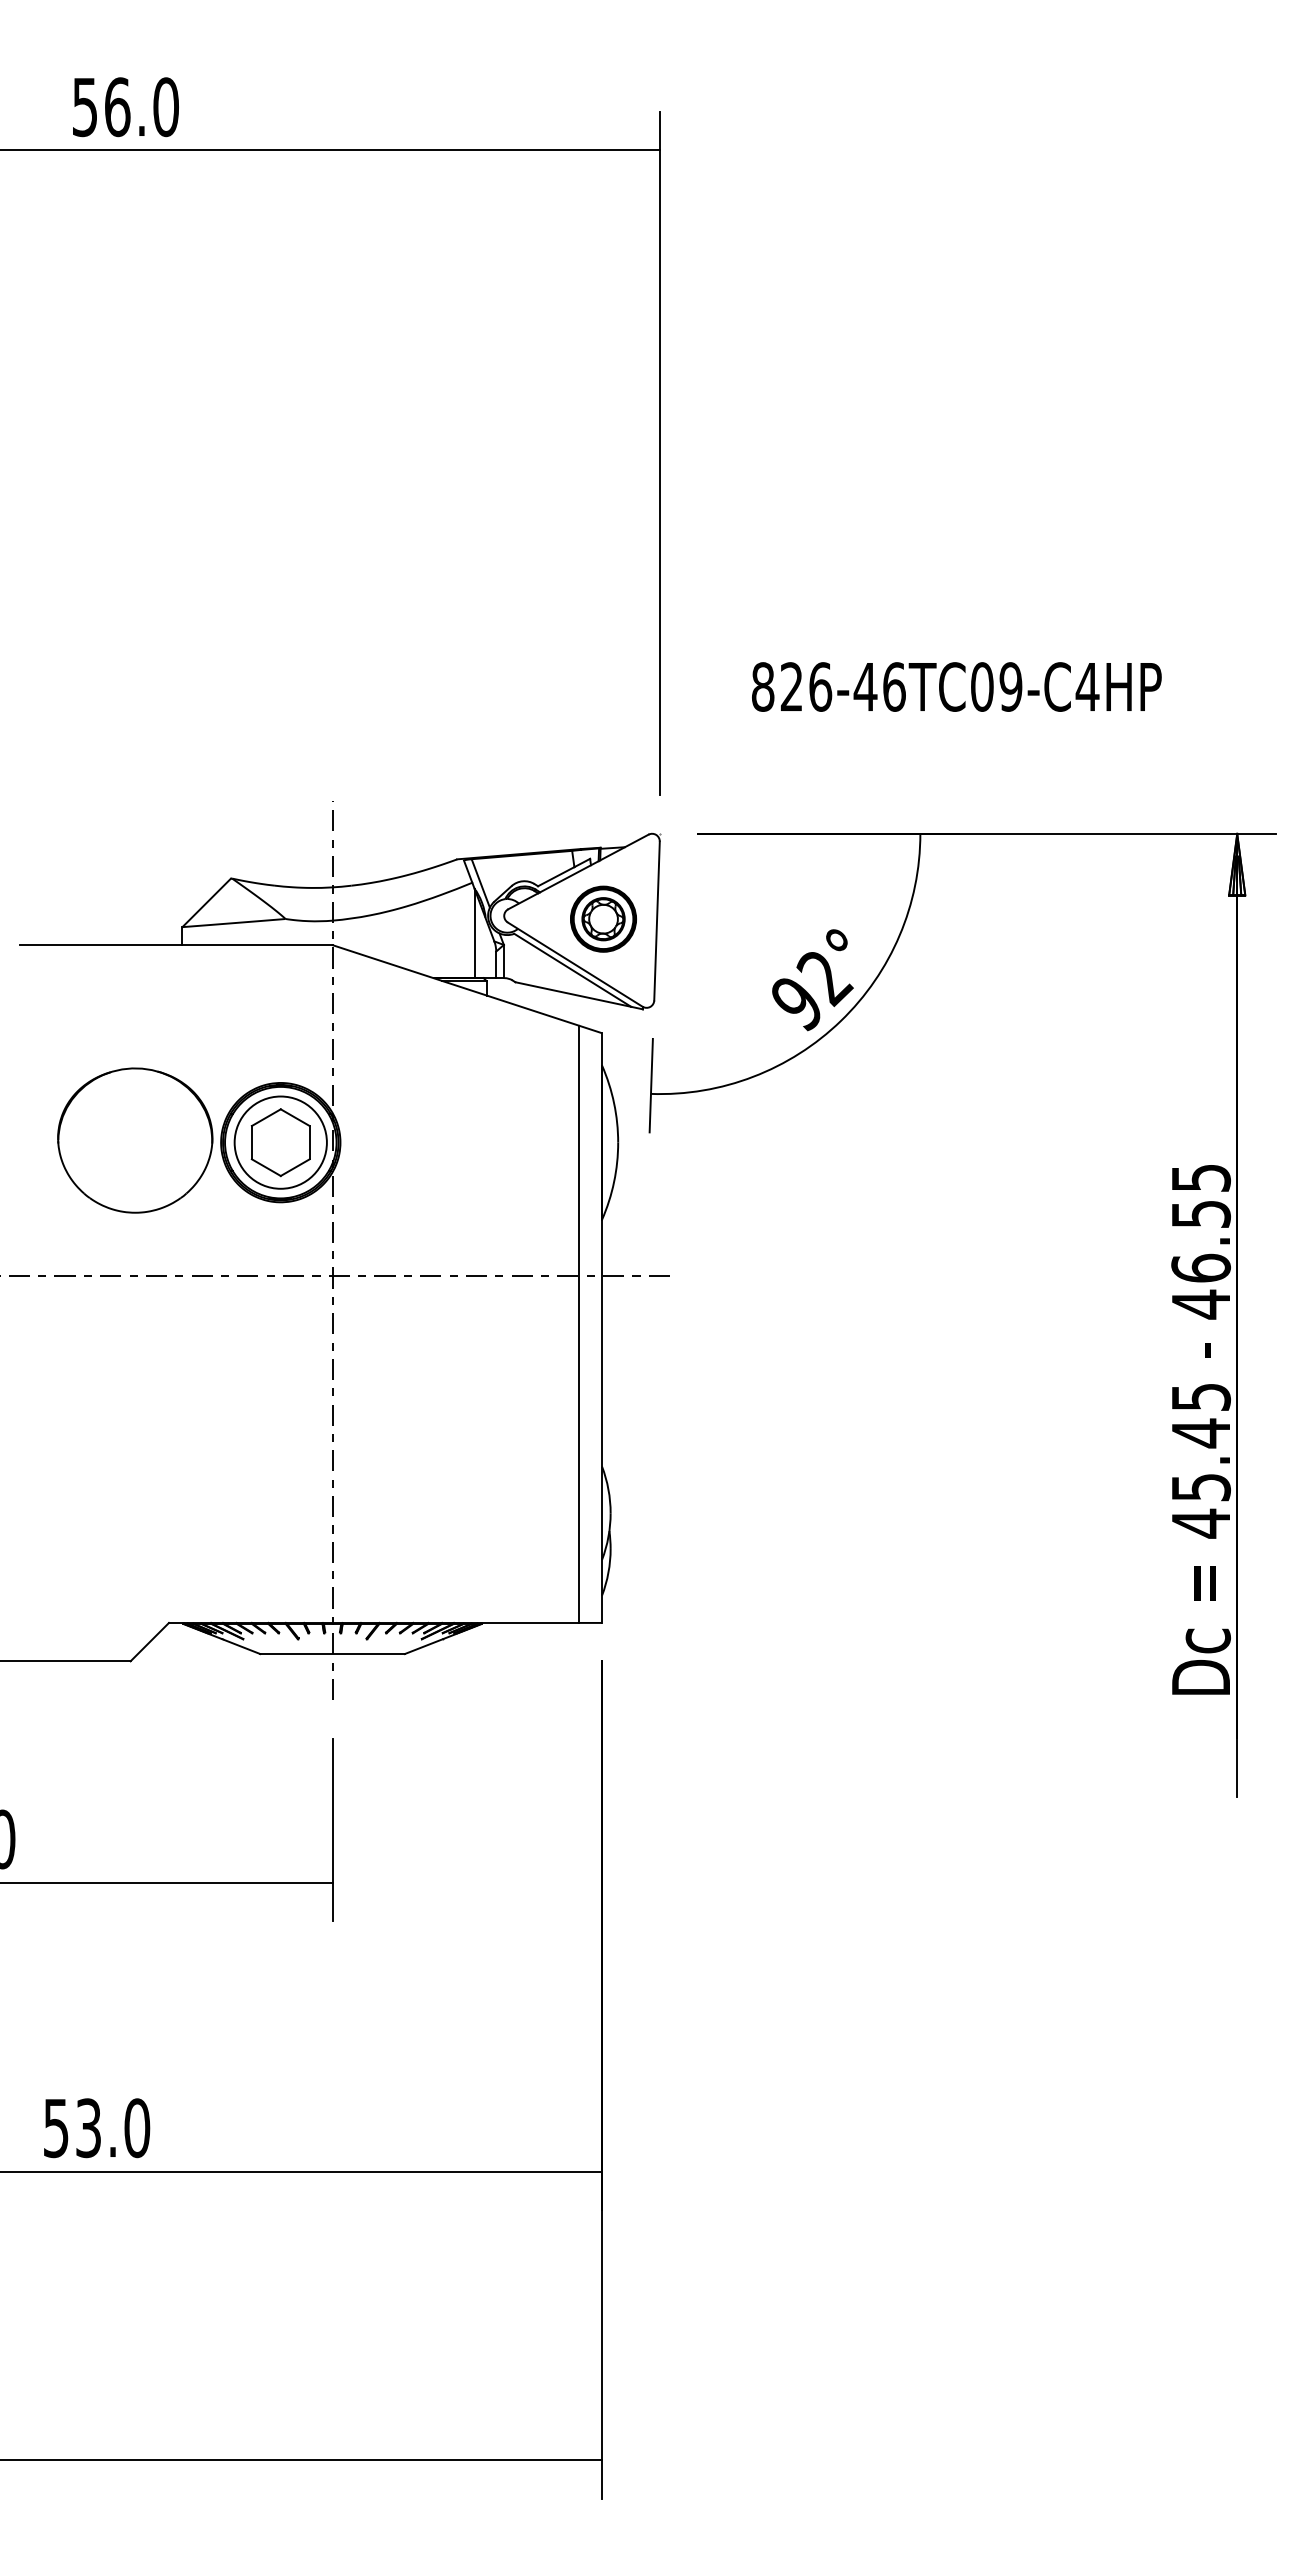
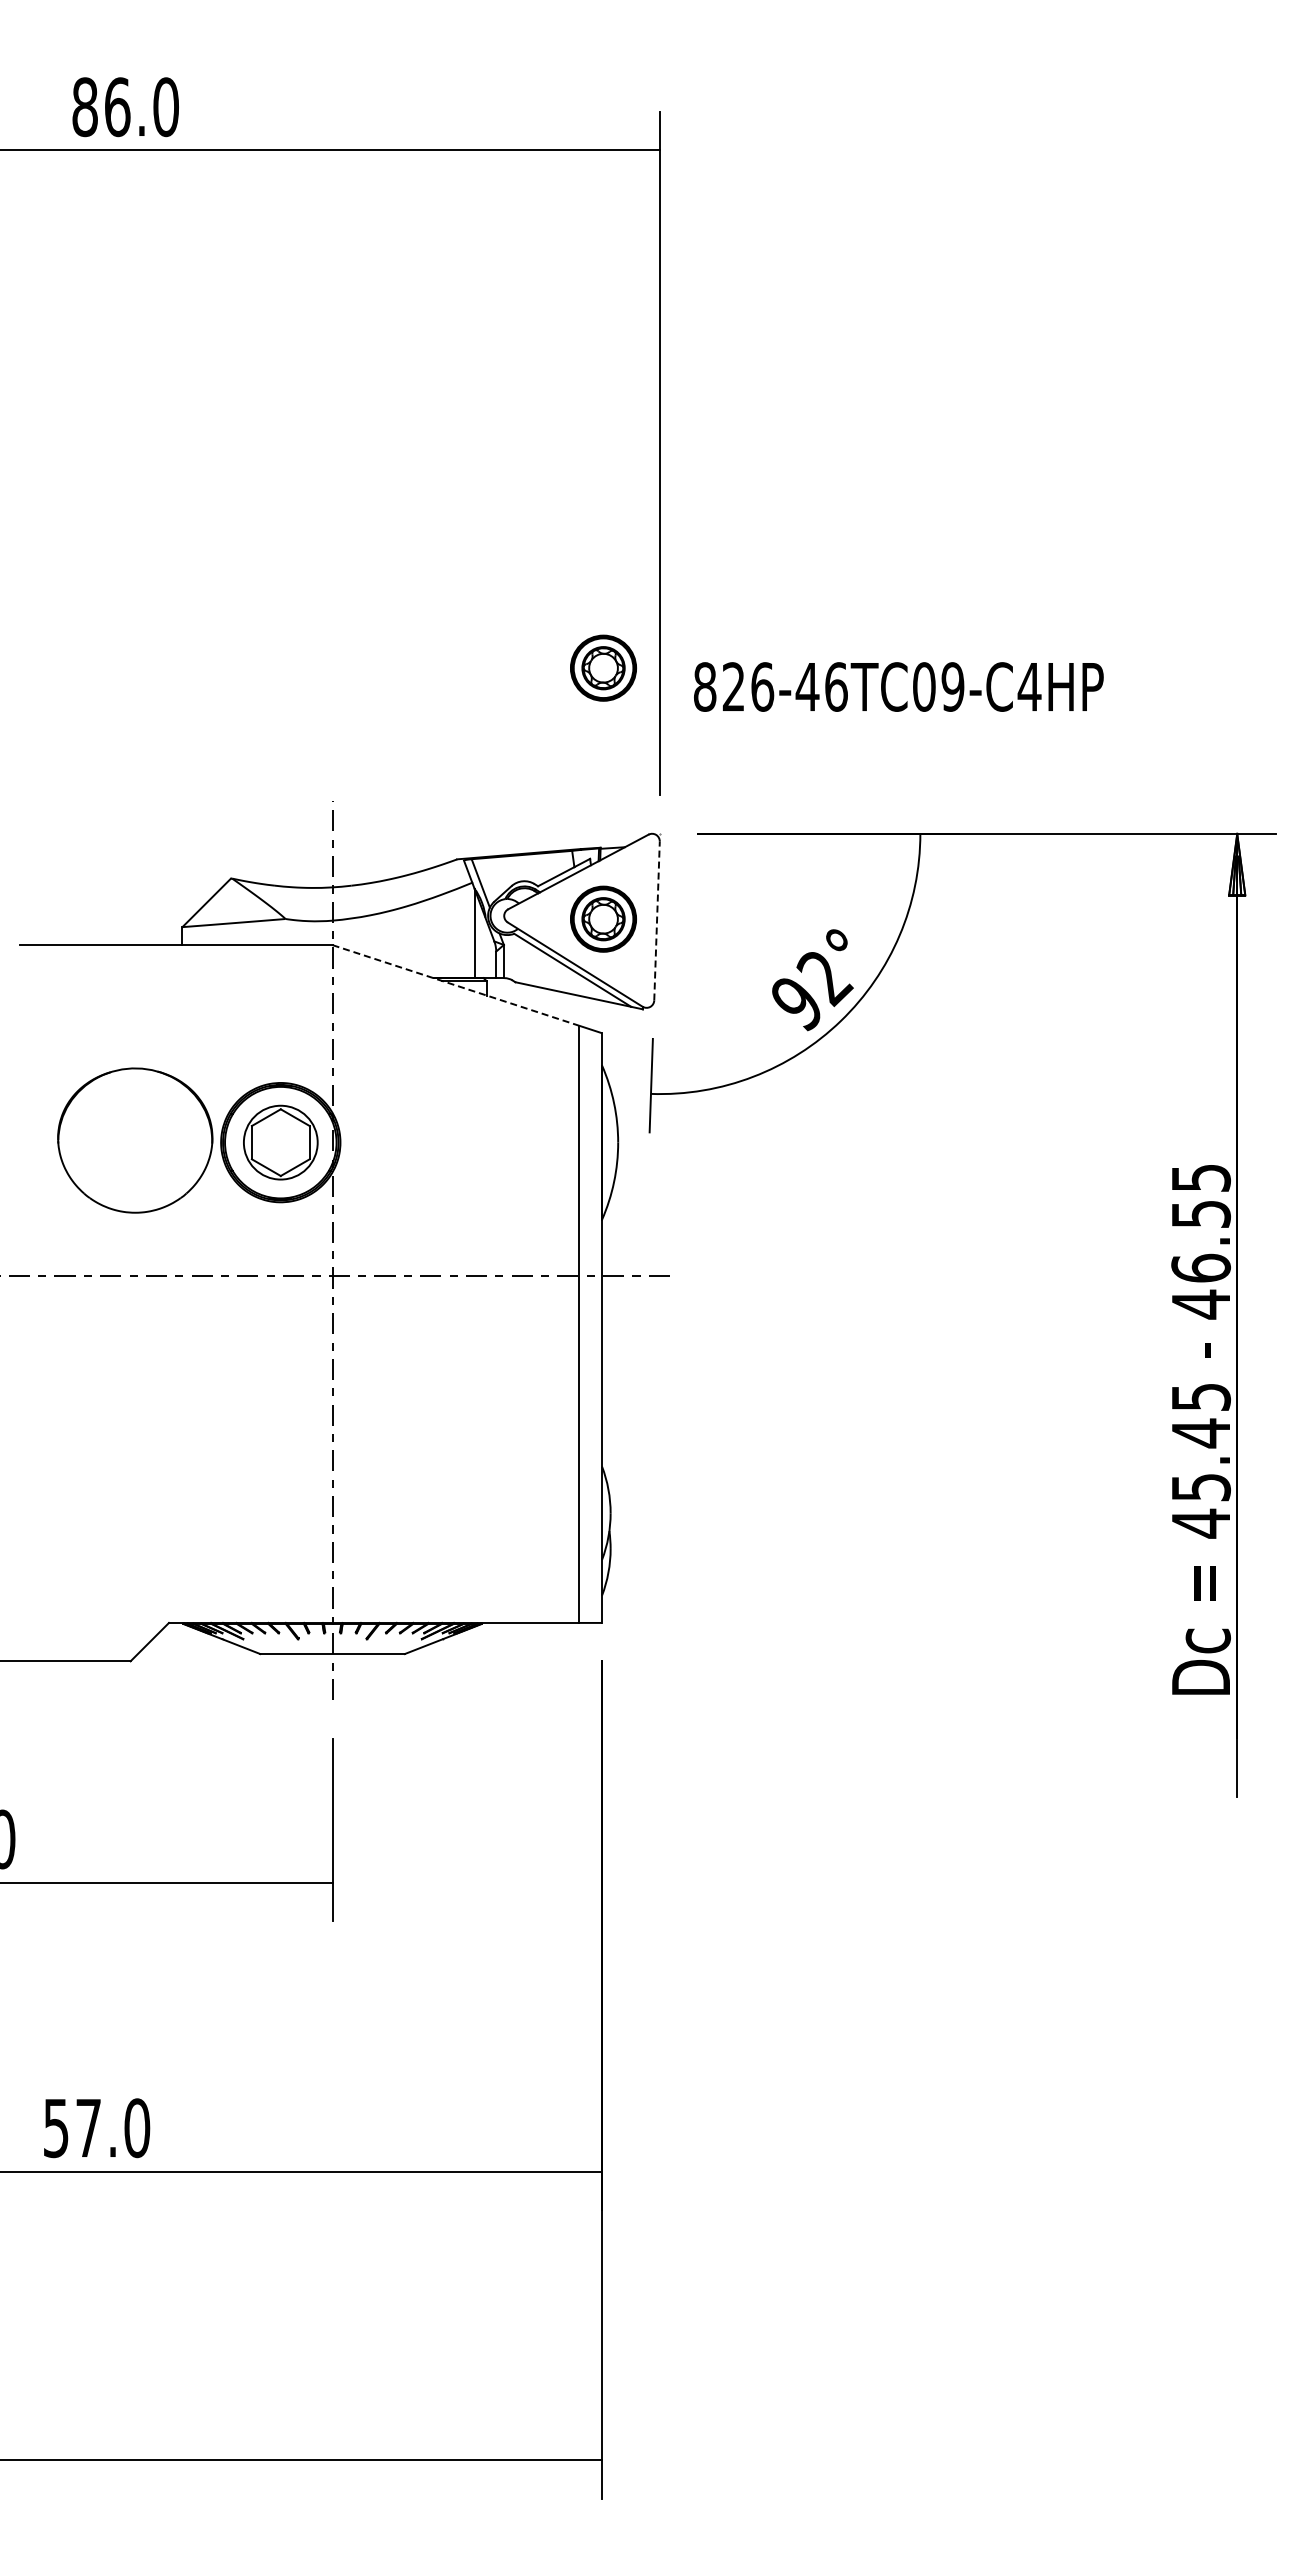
text at (84, 107): 56.0 -> 86.0
part at (603, 667): none -> present
text at (956, 686) position: (956, 686) -> (898, 686)
line at (657, 920): solid -> dashed
line at (455, 985): solid -> dashed
circle at (280, 1142) diameter: 92 px -> 74 px
text at (88, 2128): 53.0 -> 57.0
